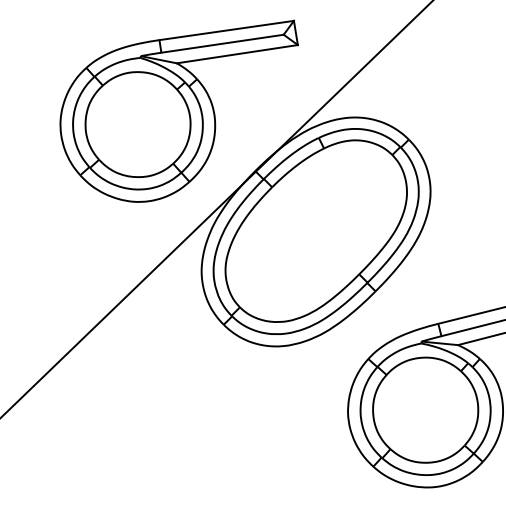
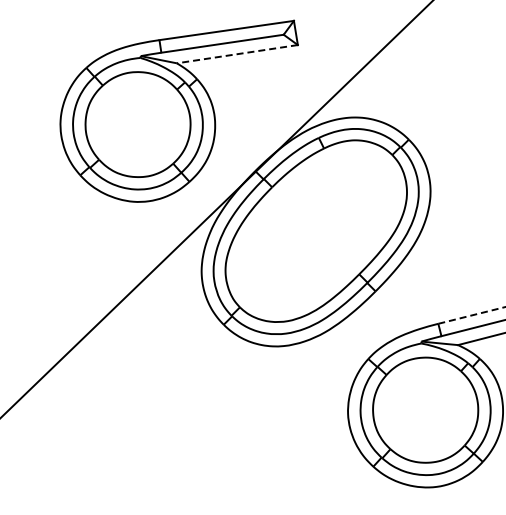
line at (236, 54): solid -> dashed
line at (472, 315): solid -> dashed
